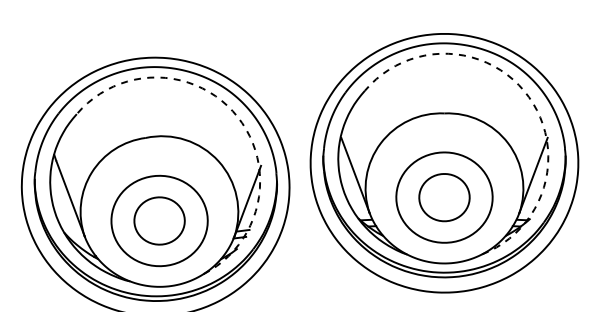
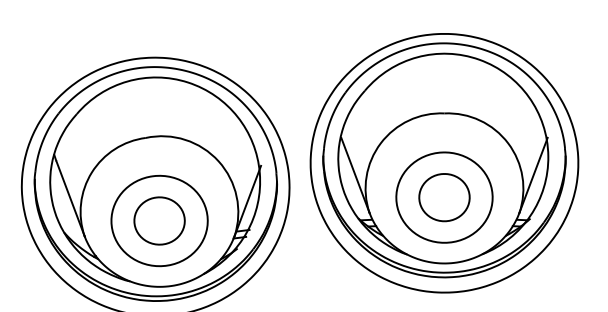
arc at (528, 97): dashed -> solid
arc at (237, 116): dashed -> solid
